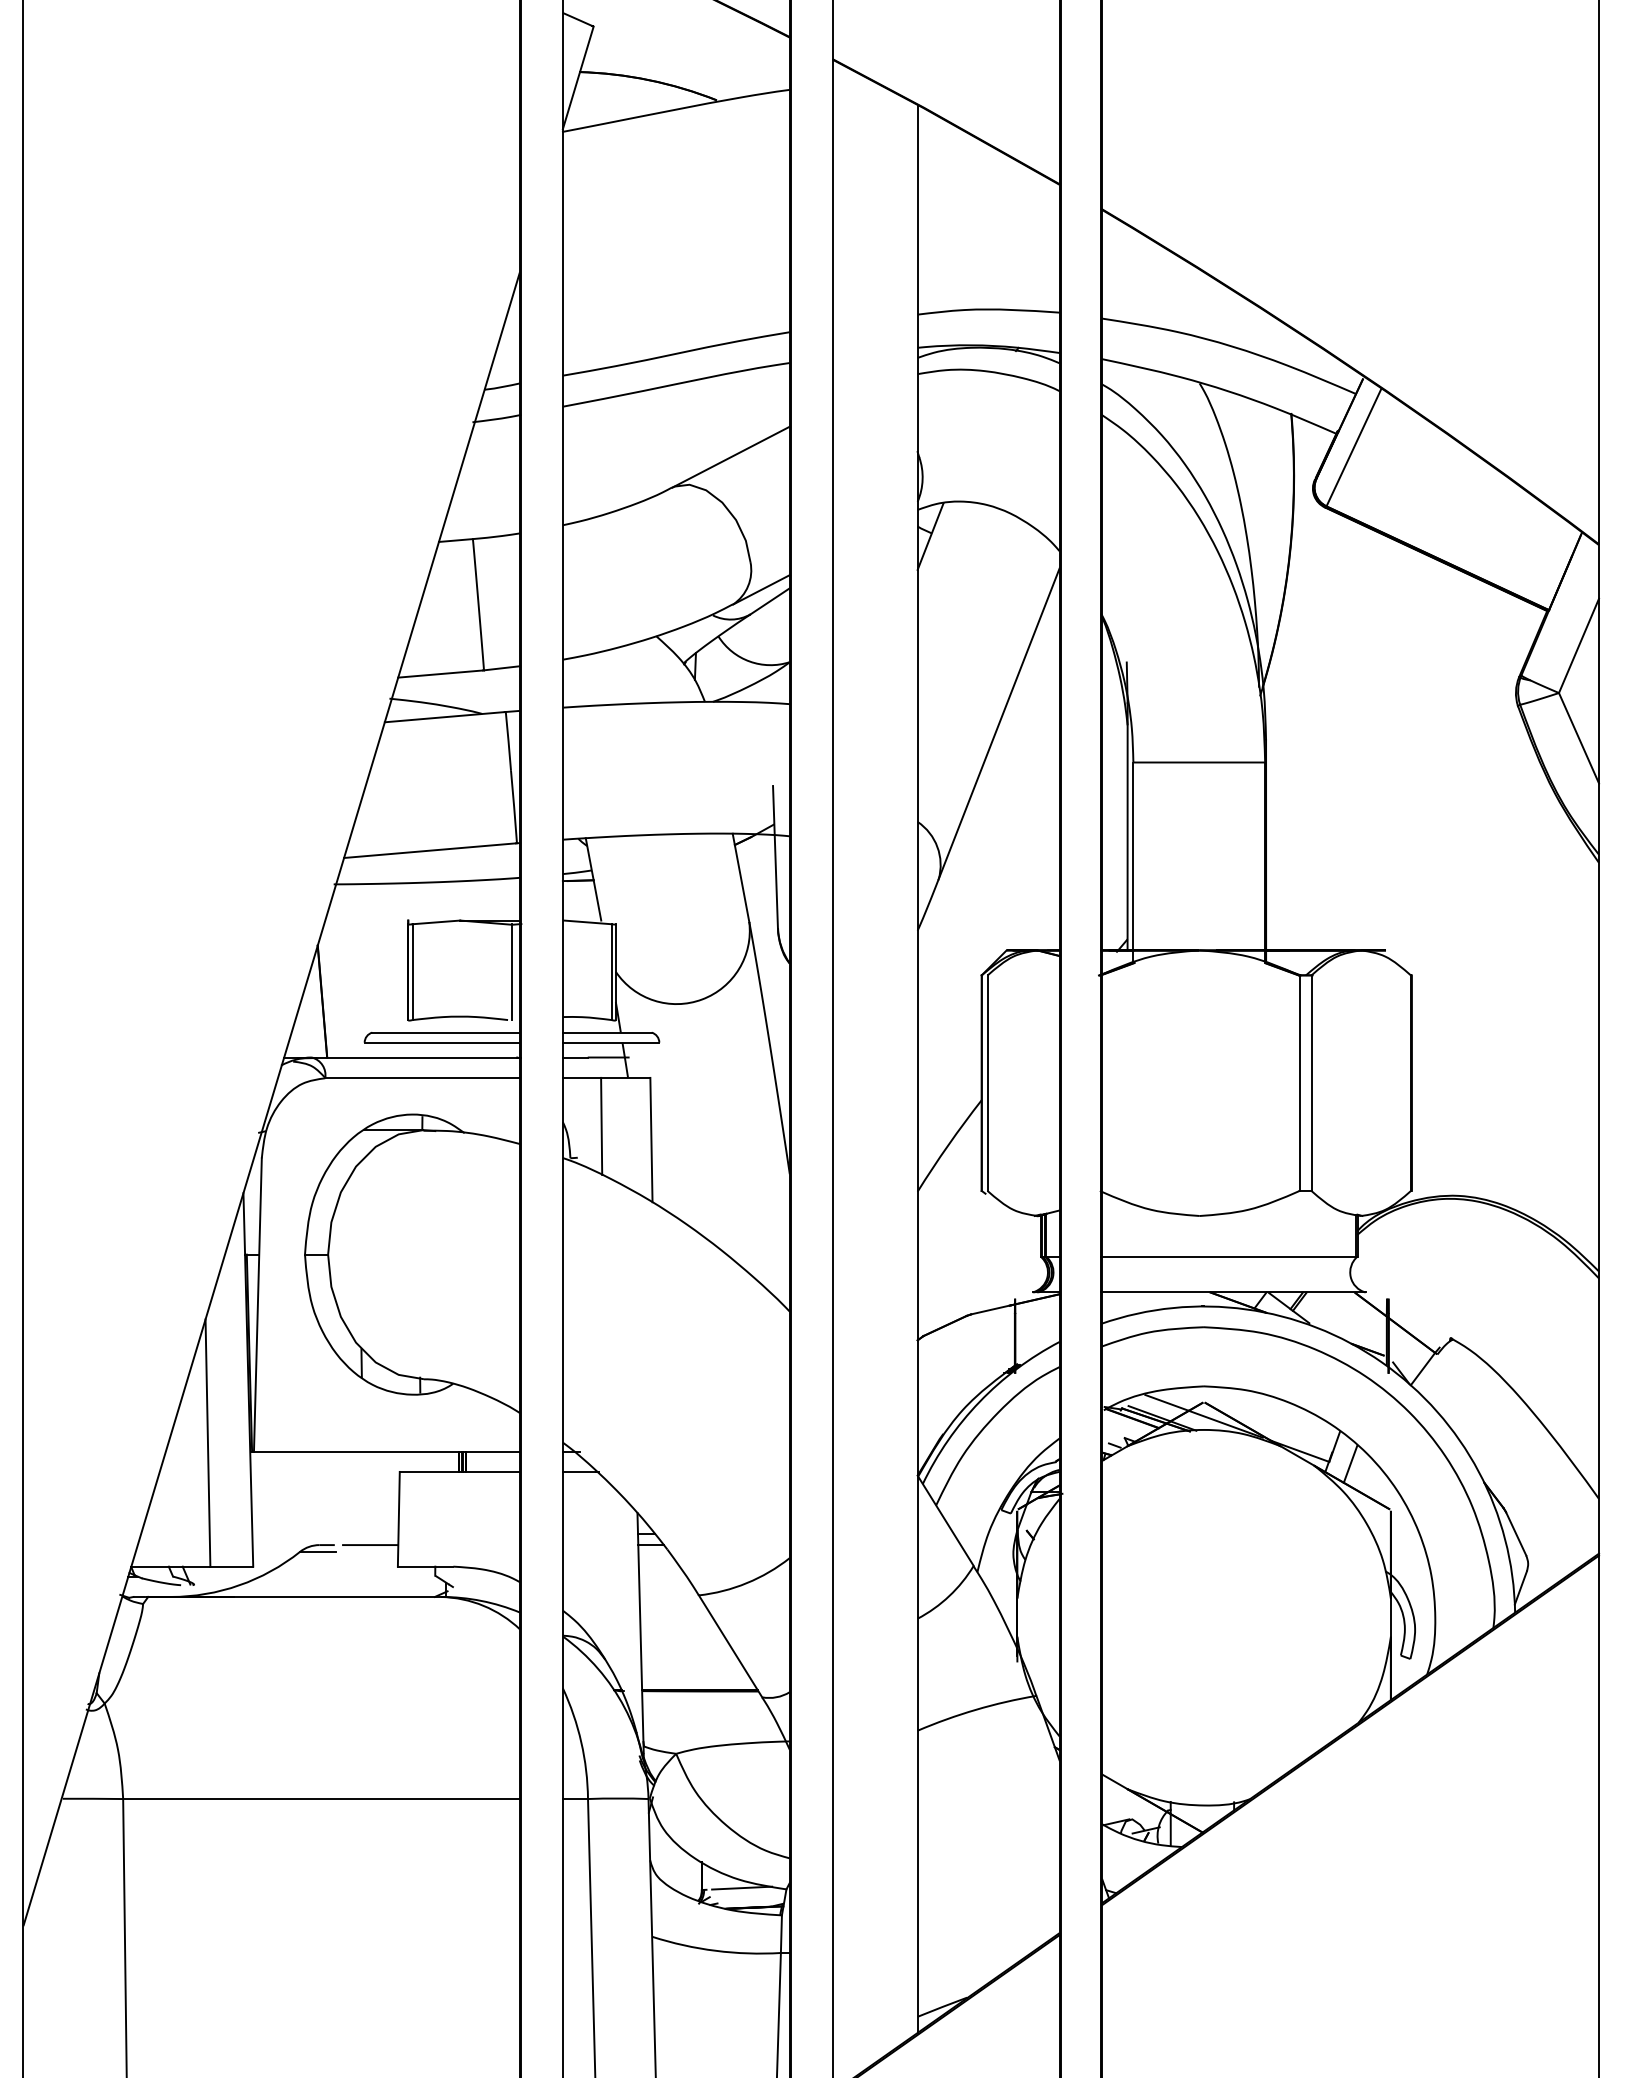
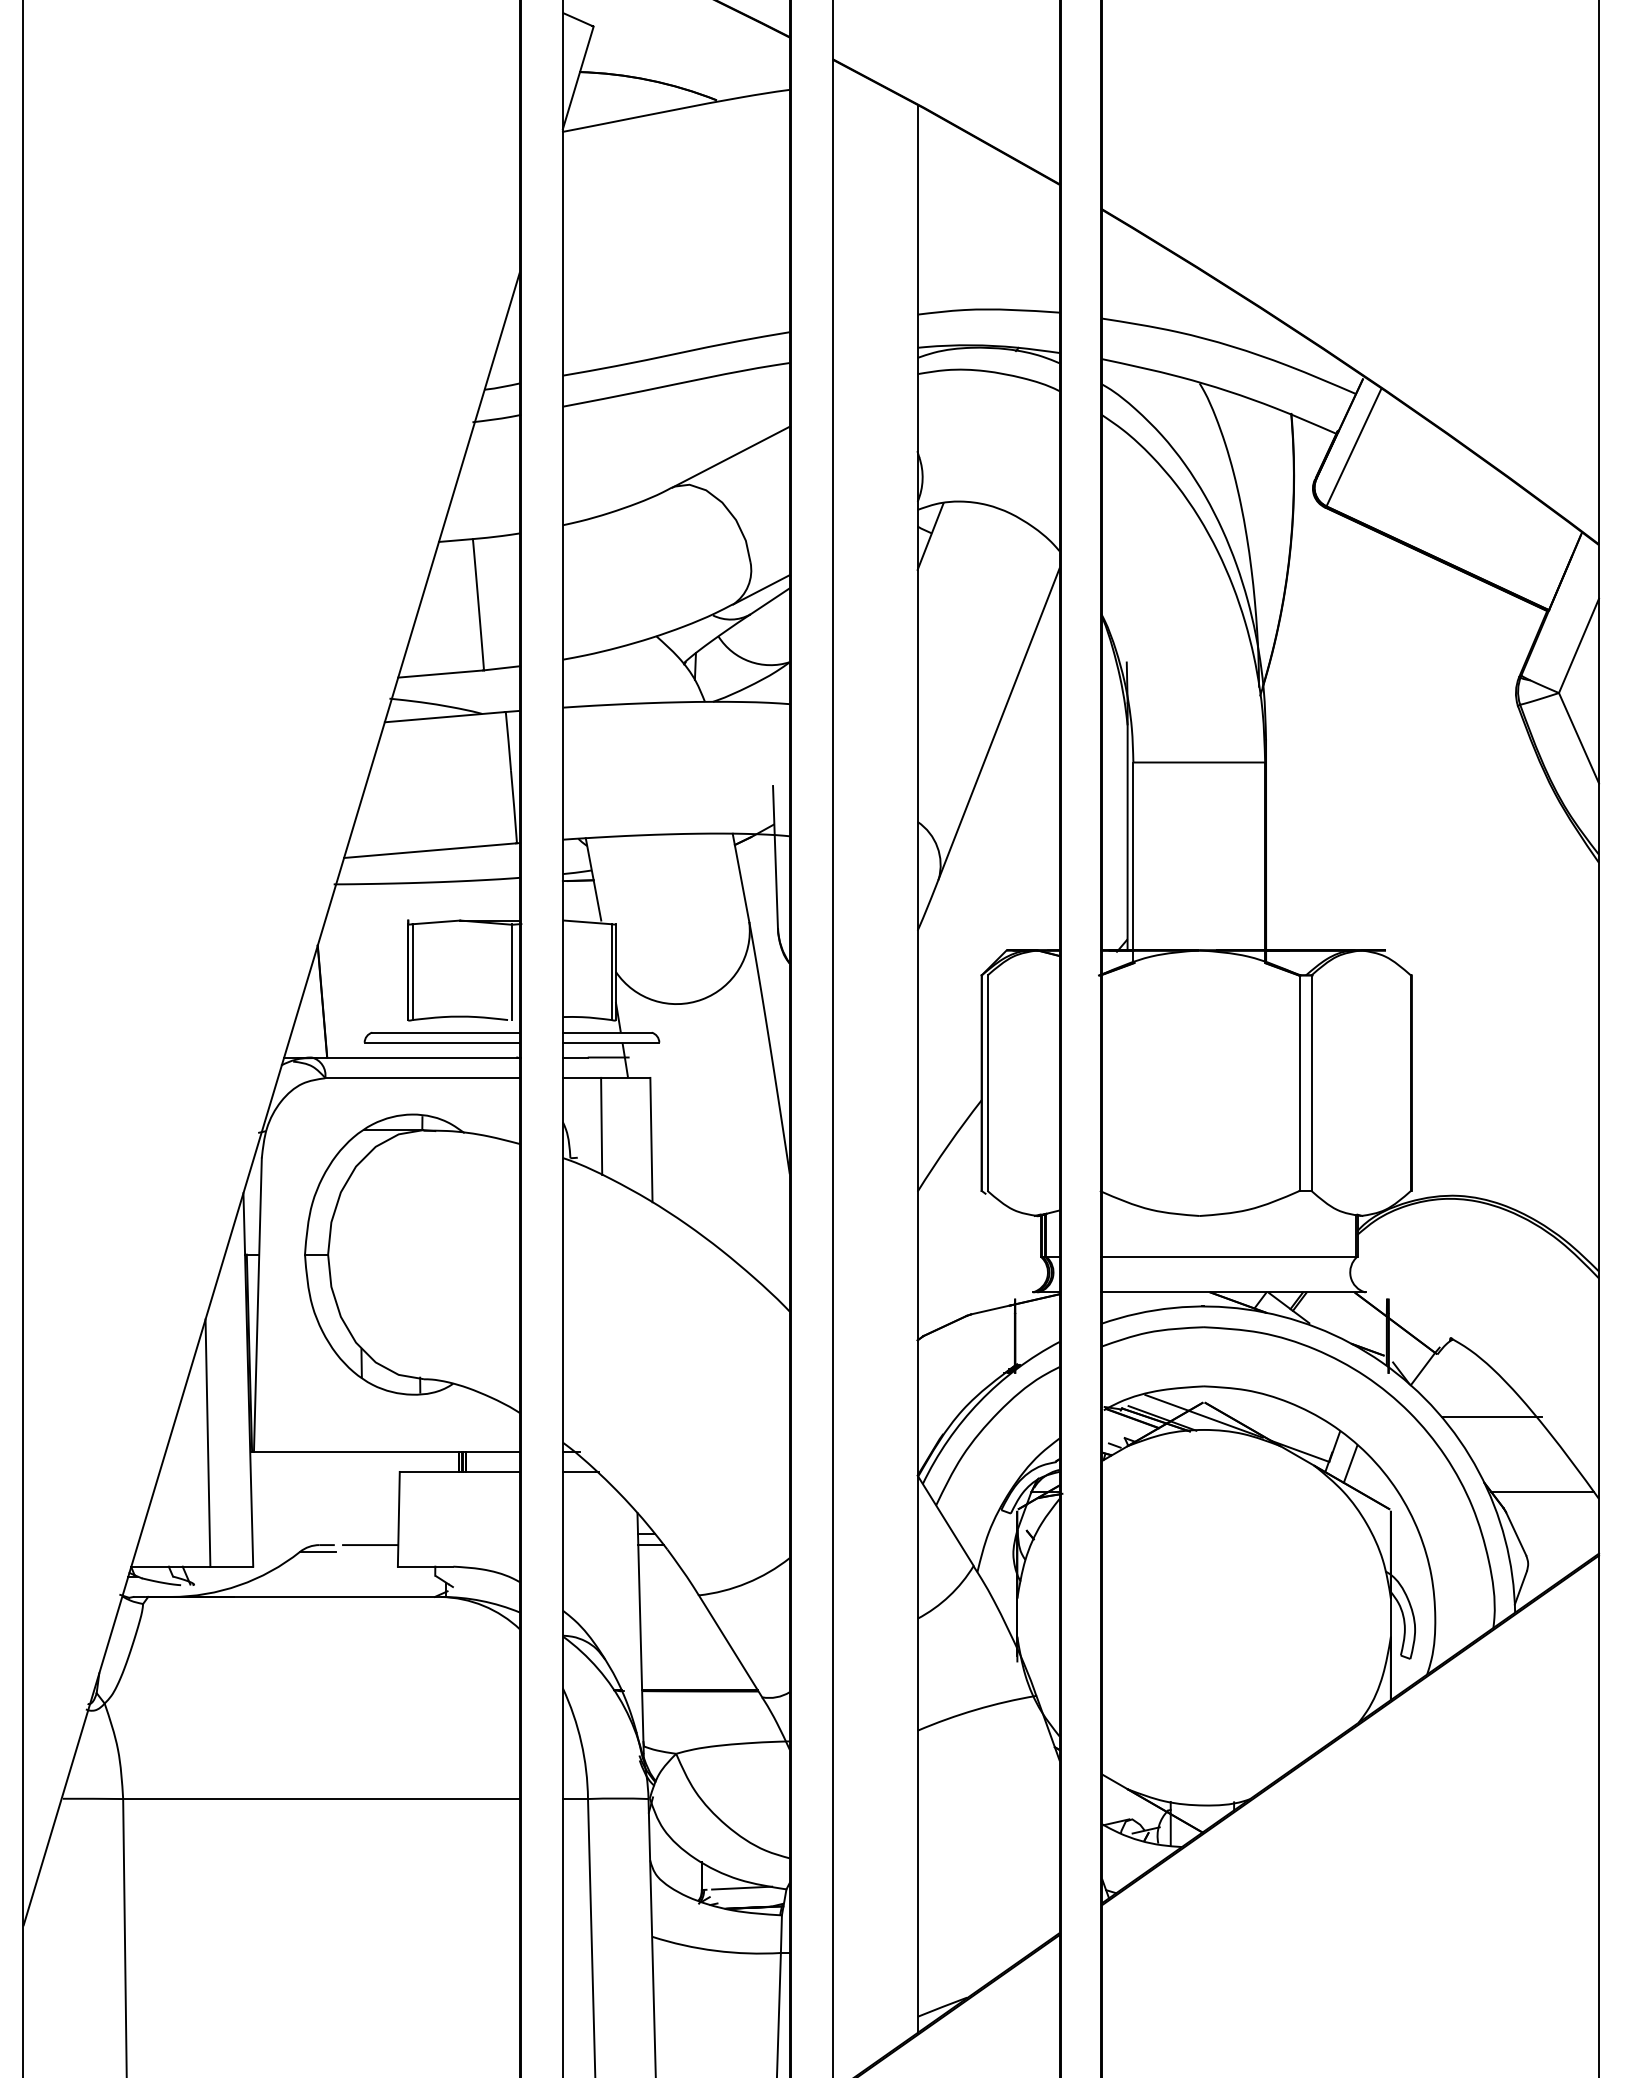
line at (1492, 1417): none -> present
line at (1542, 1492): none -> present
